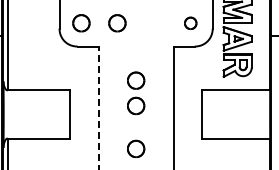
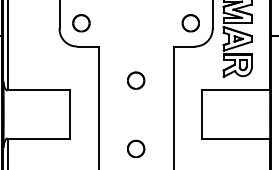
part at (190, 22) size: 14x14 px -> 19x19 px
part at (117, 23): present -> none
part at (136, 105): present -> none
line at (98, 107): dashed -> solid
